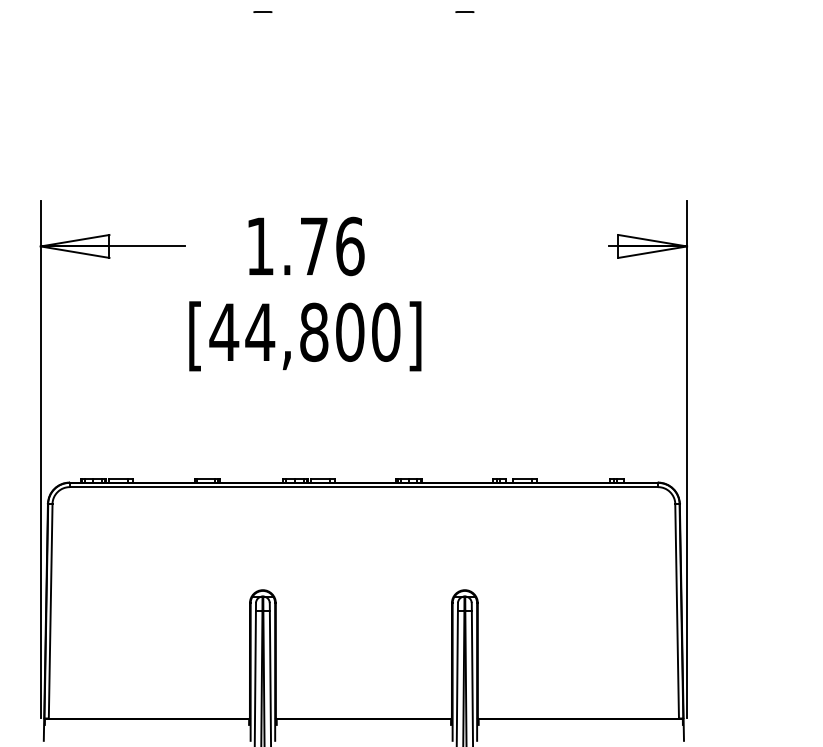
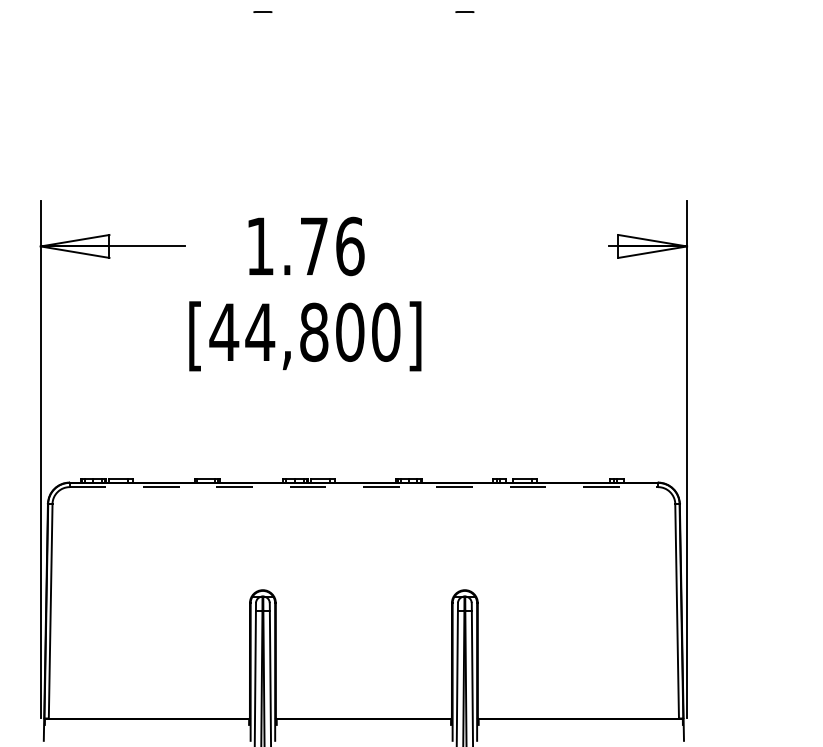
line at (364, 487): solid -> dashed
